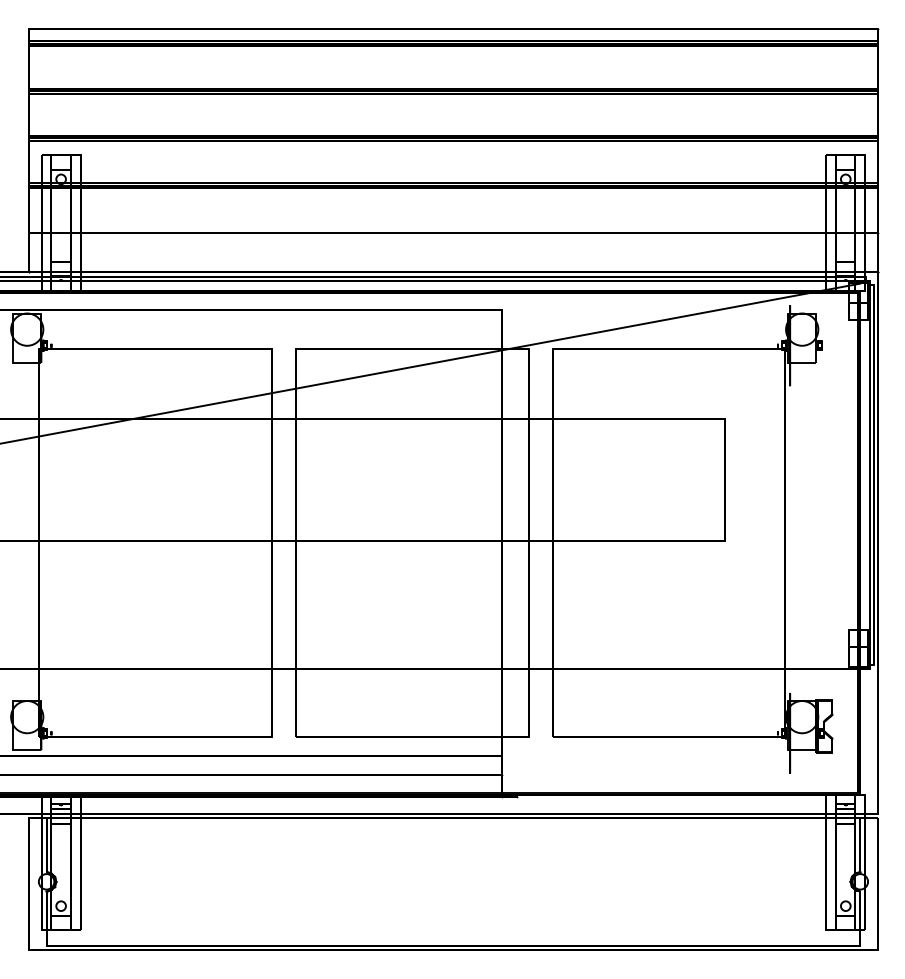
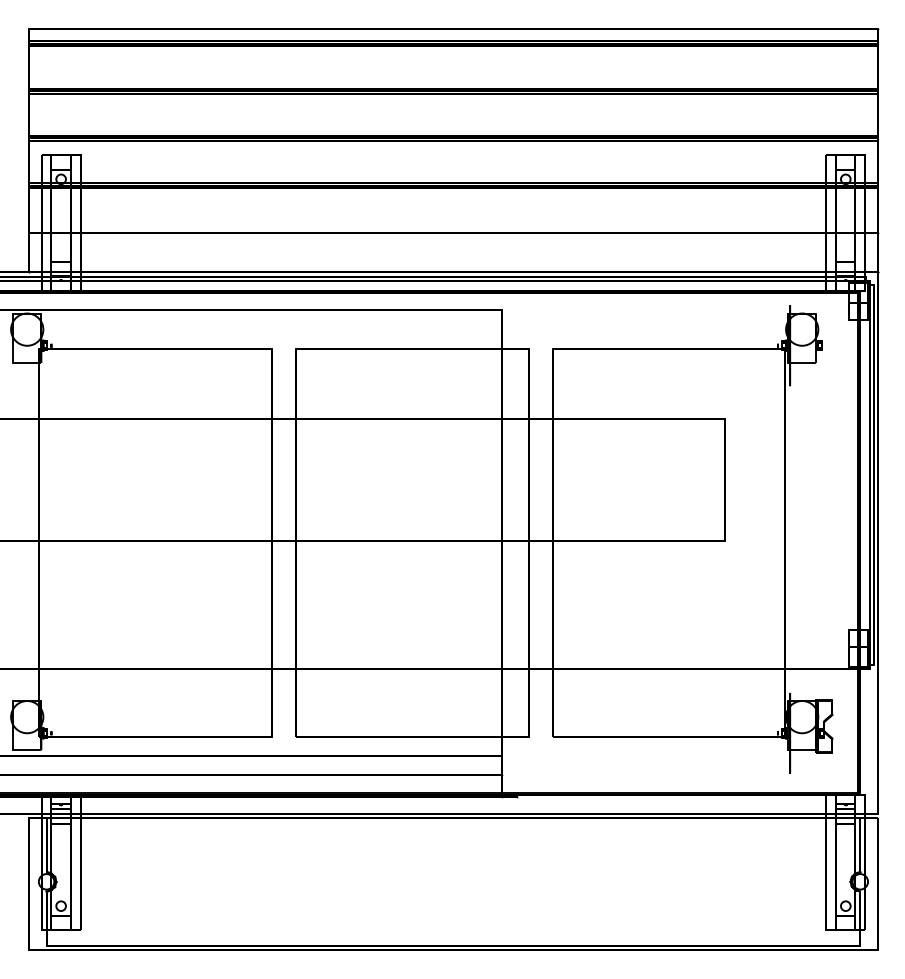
line at (431, 363): present -> none
